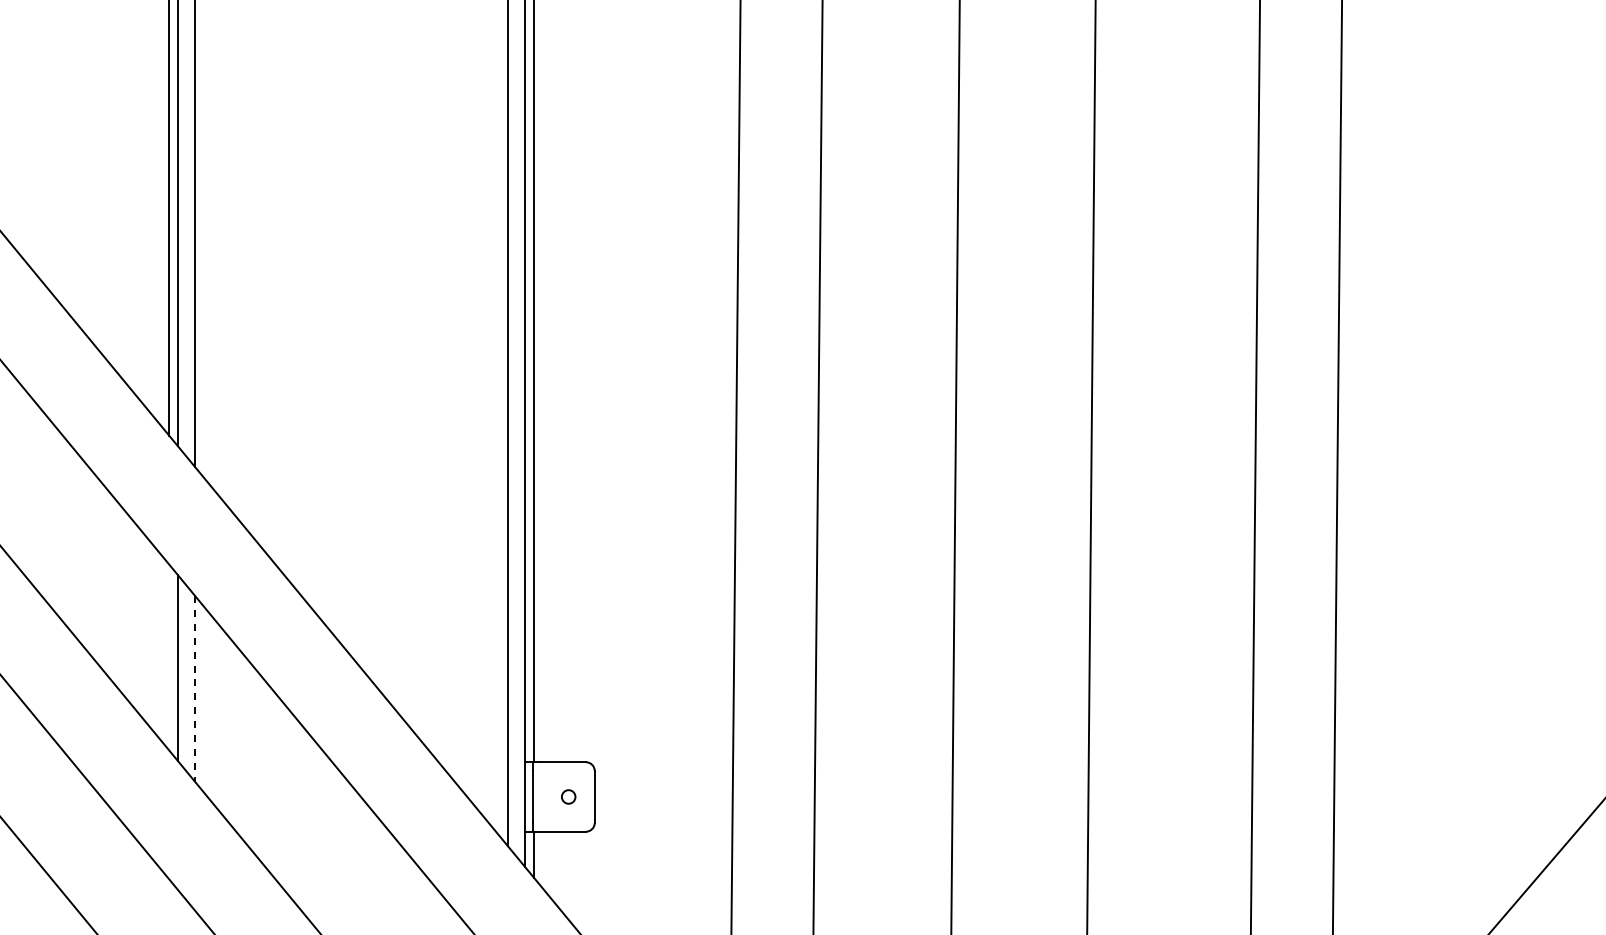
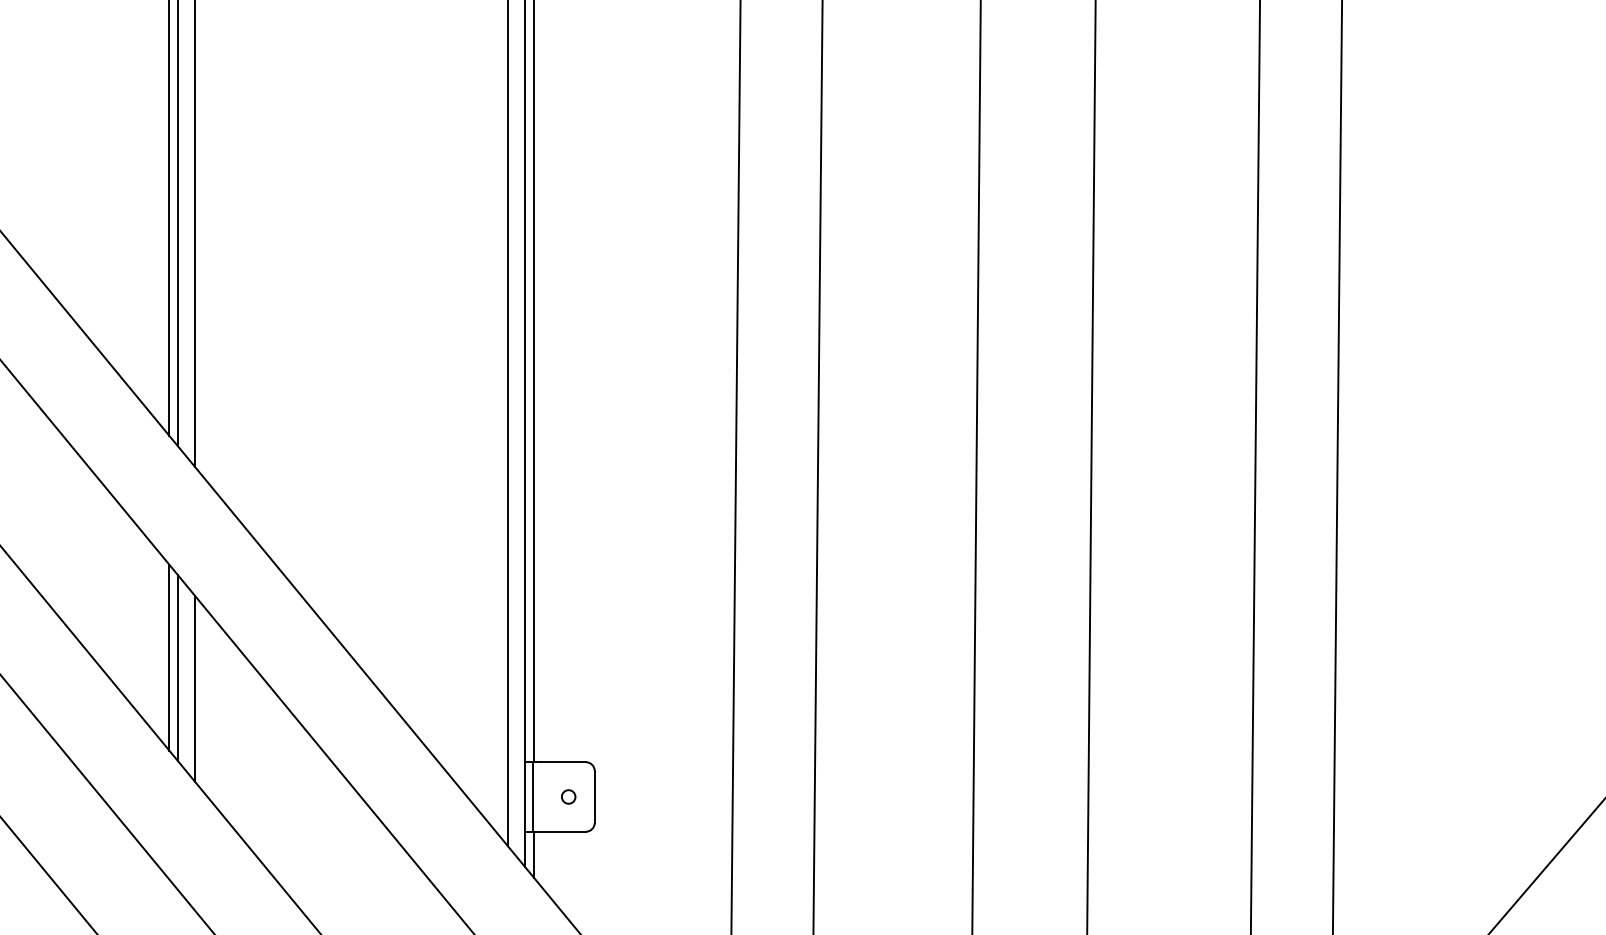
line at (955, 466) position: (955, 466) -> (976, 466)
line at (169, 657): none -> present
line at (195, 688): dashed -> solid
